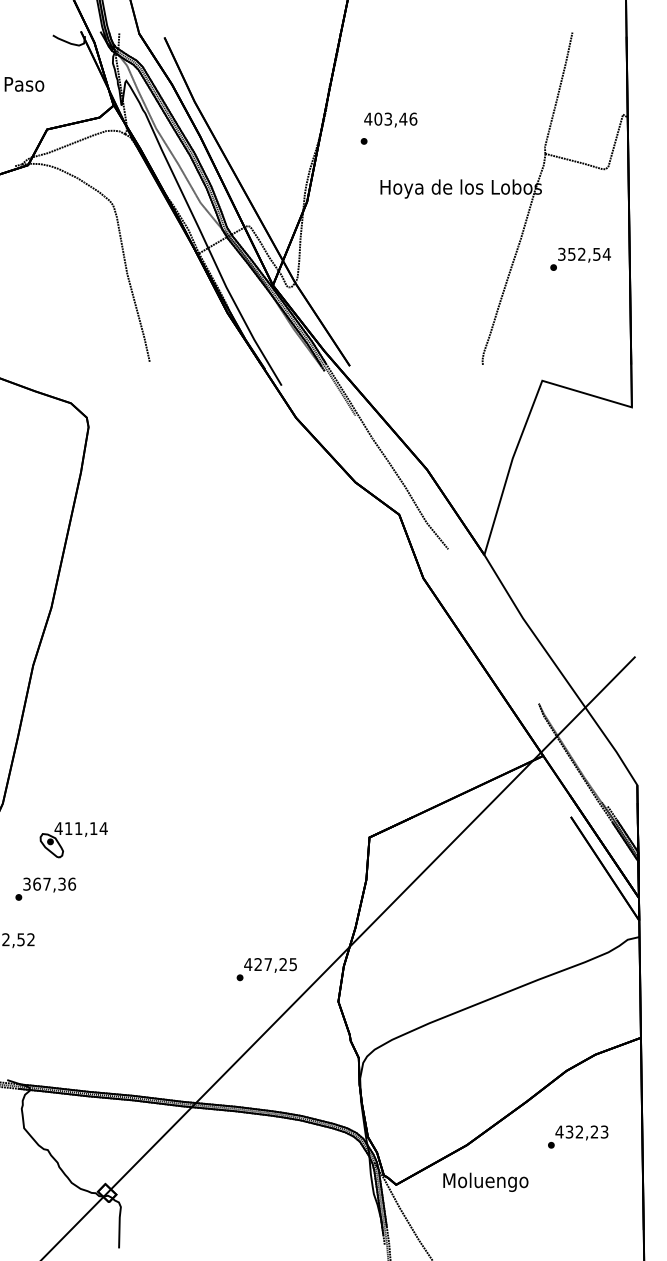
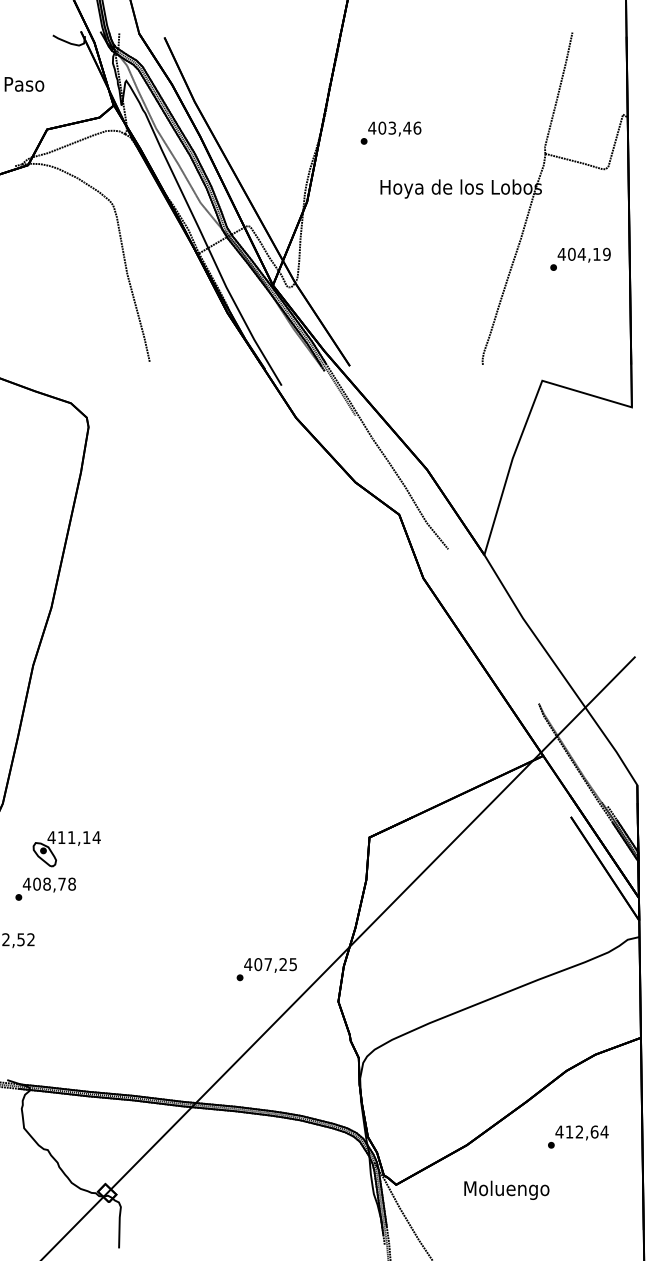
text at (390, 119) position: (390, 119) -> (394, 128)
text at (583, 253): 352,54 -> 404,19
part at (72, 834) position: (72, 834) -> (65, 843)
text at (49, 883): 367,36 -> 408,78
text at (258, 964): 427,25 -> 407,25
text at (586, 1131): 432,23 -> 412,64
text at (485, 1181) position: (485, 1181) -> (506, 1189)
